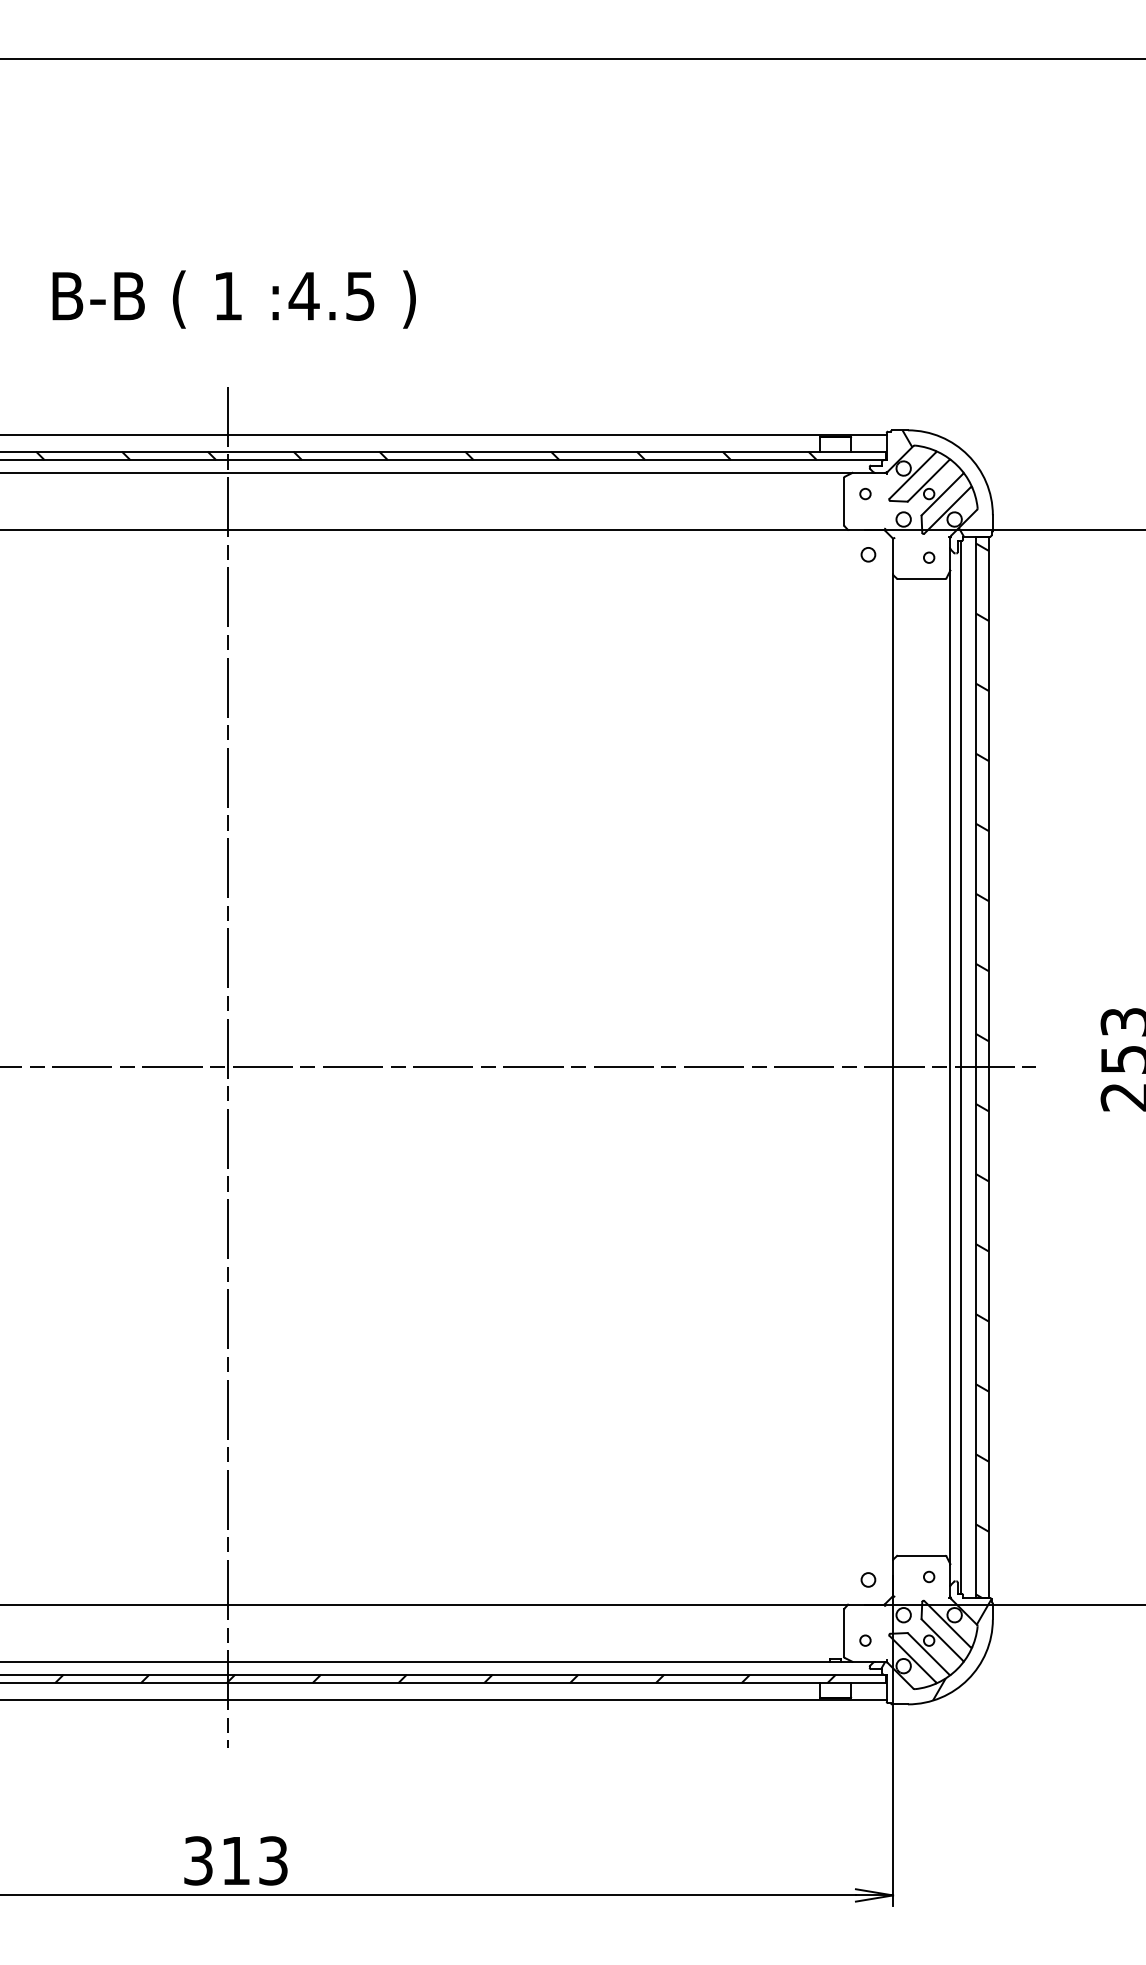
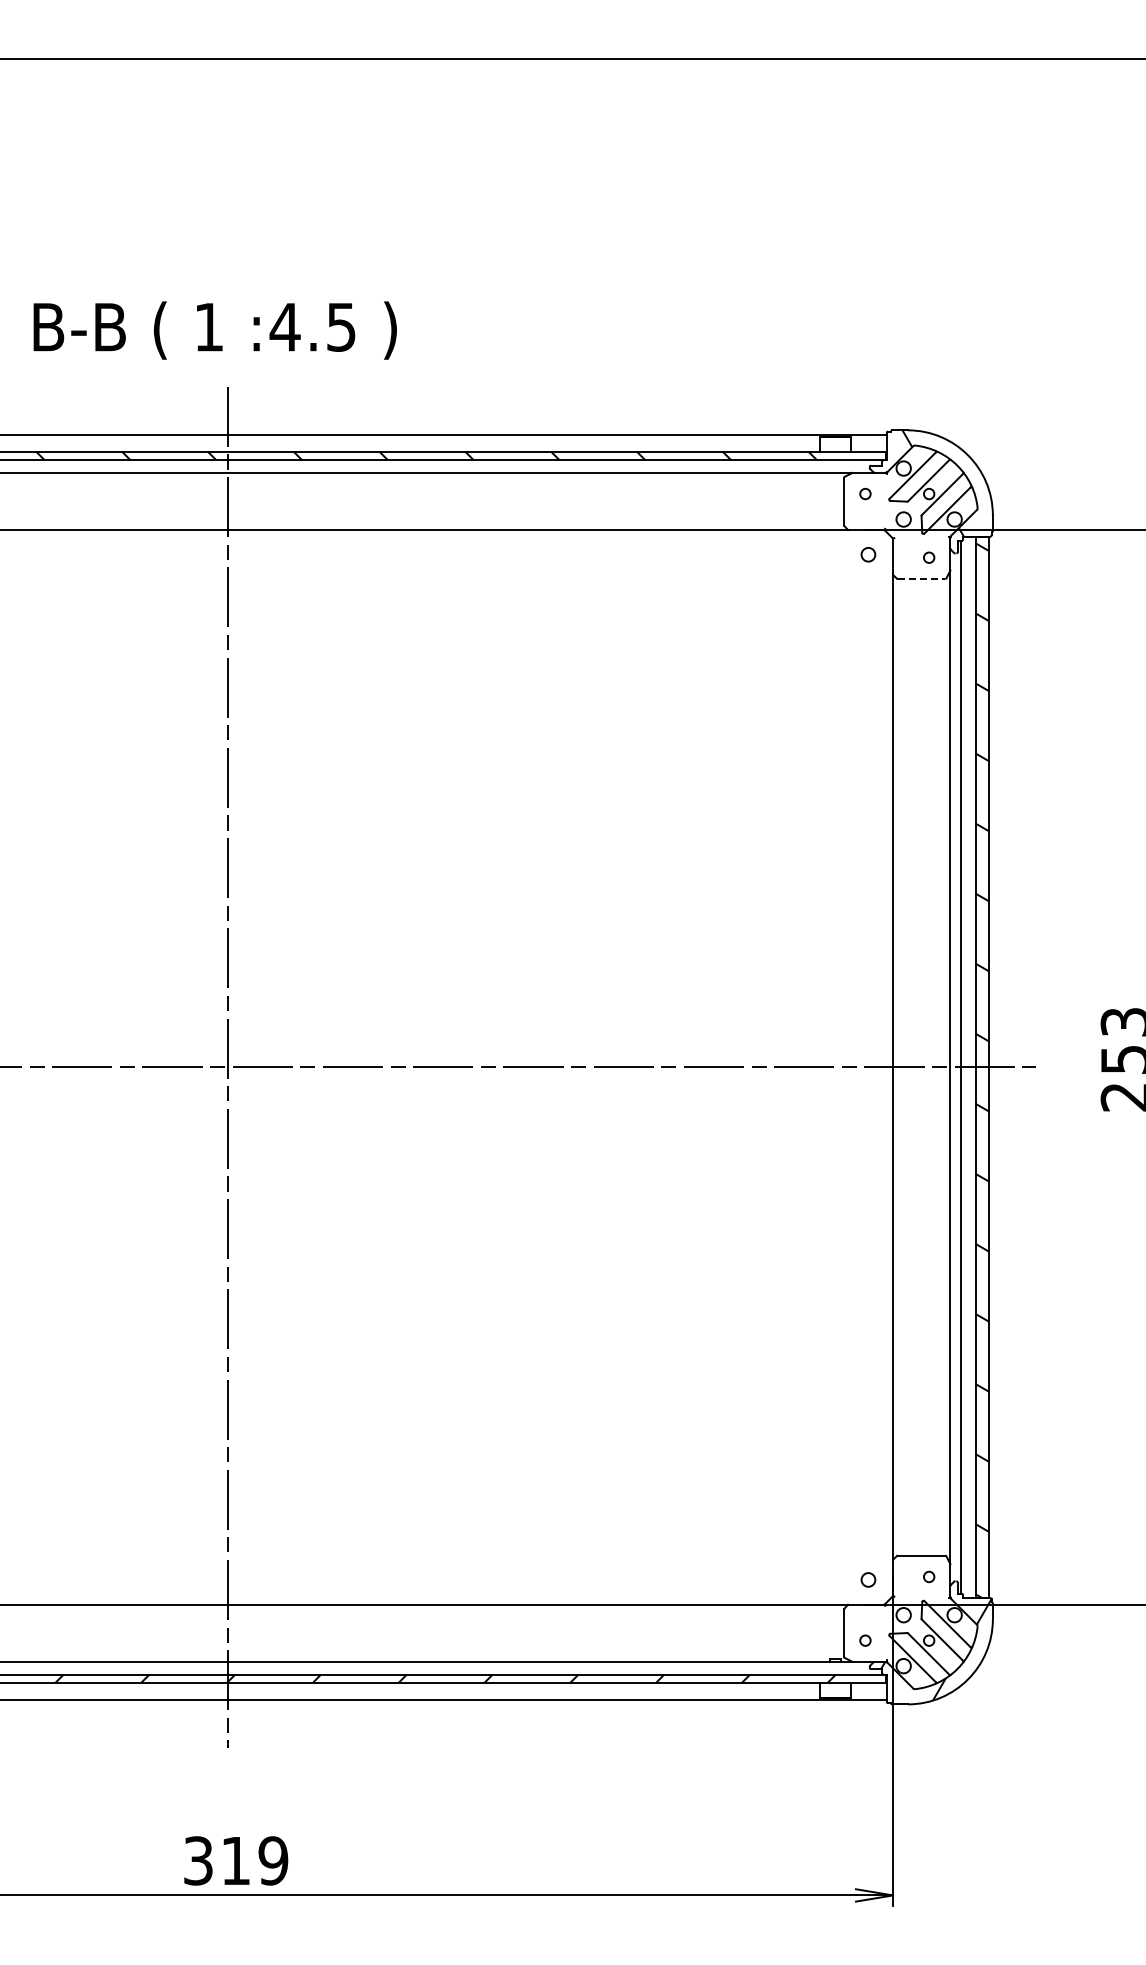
text at (233, 299) position: (233, 299) -> (214, 330)
line at (921, 578): solid -> dashed
text at (273, 1860): 313 -> 319
